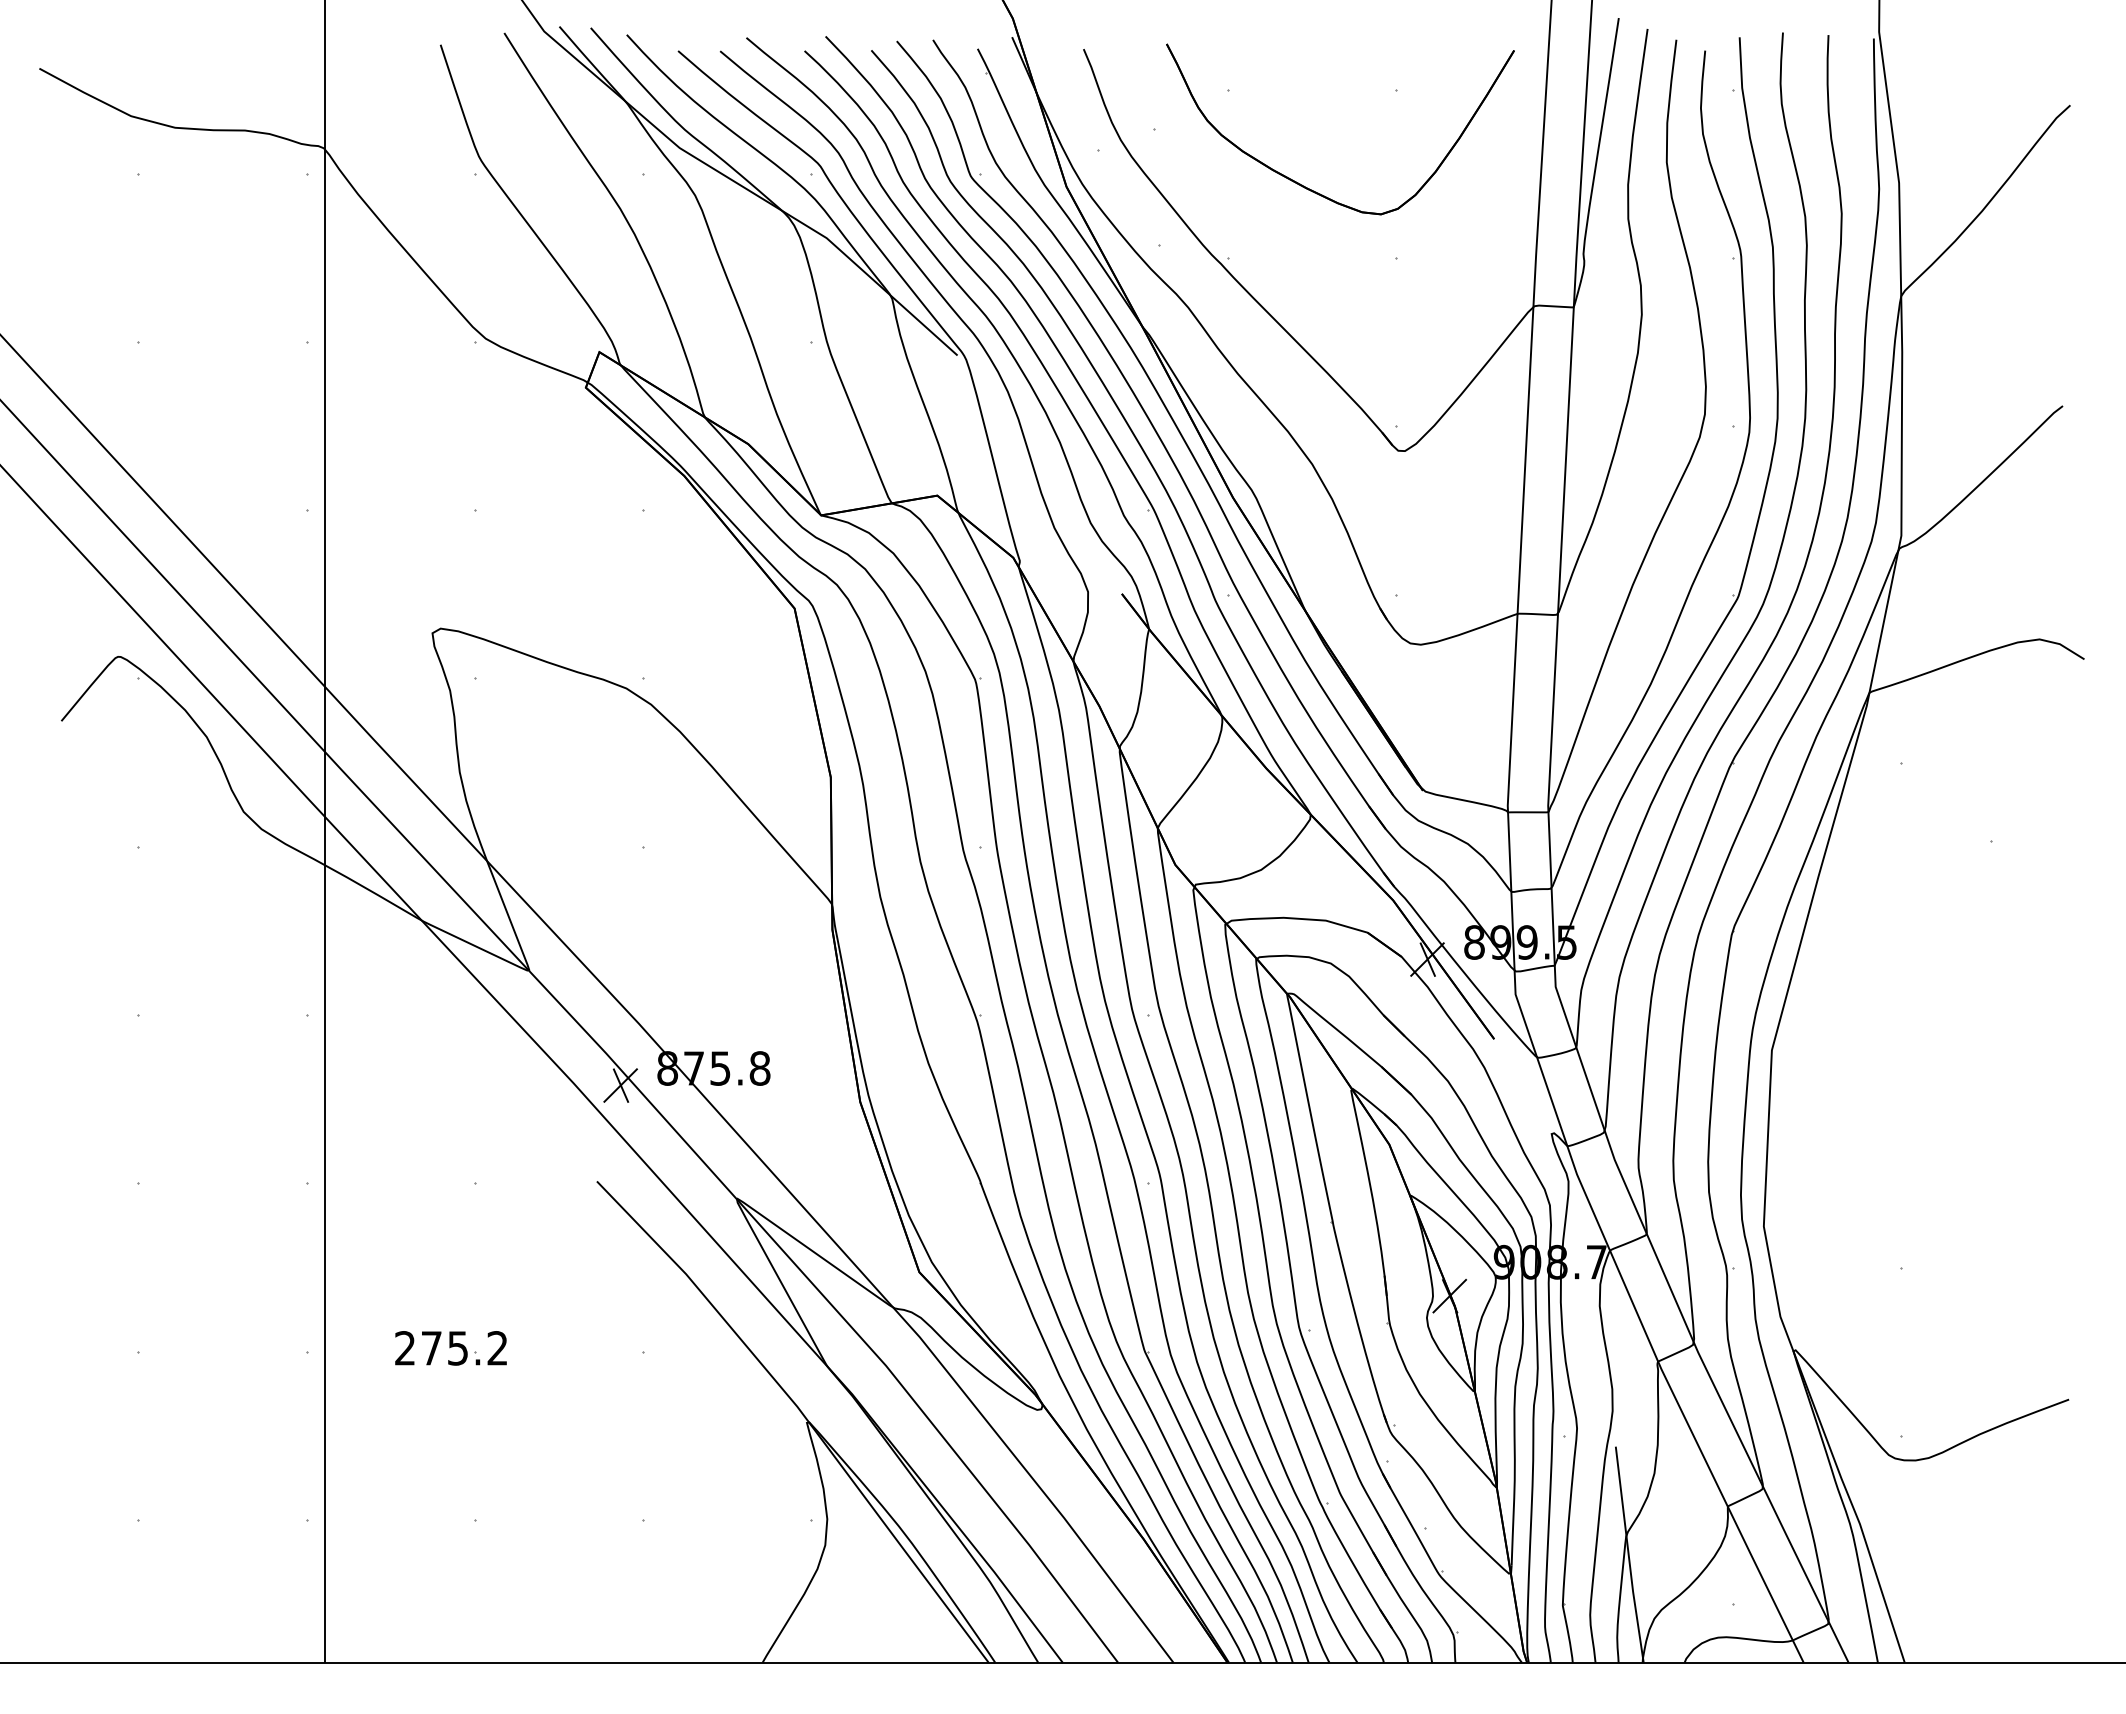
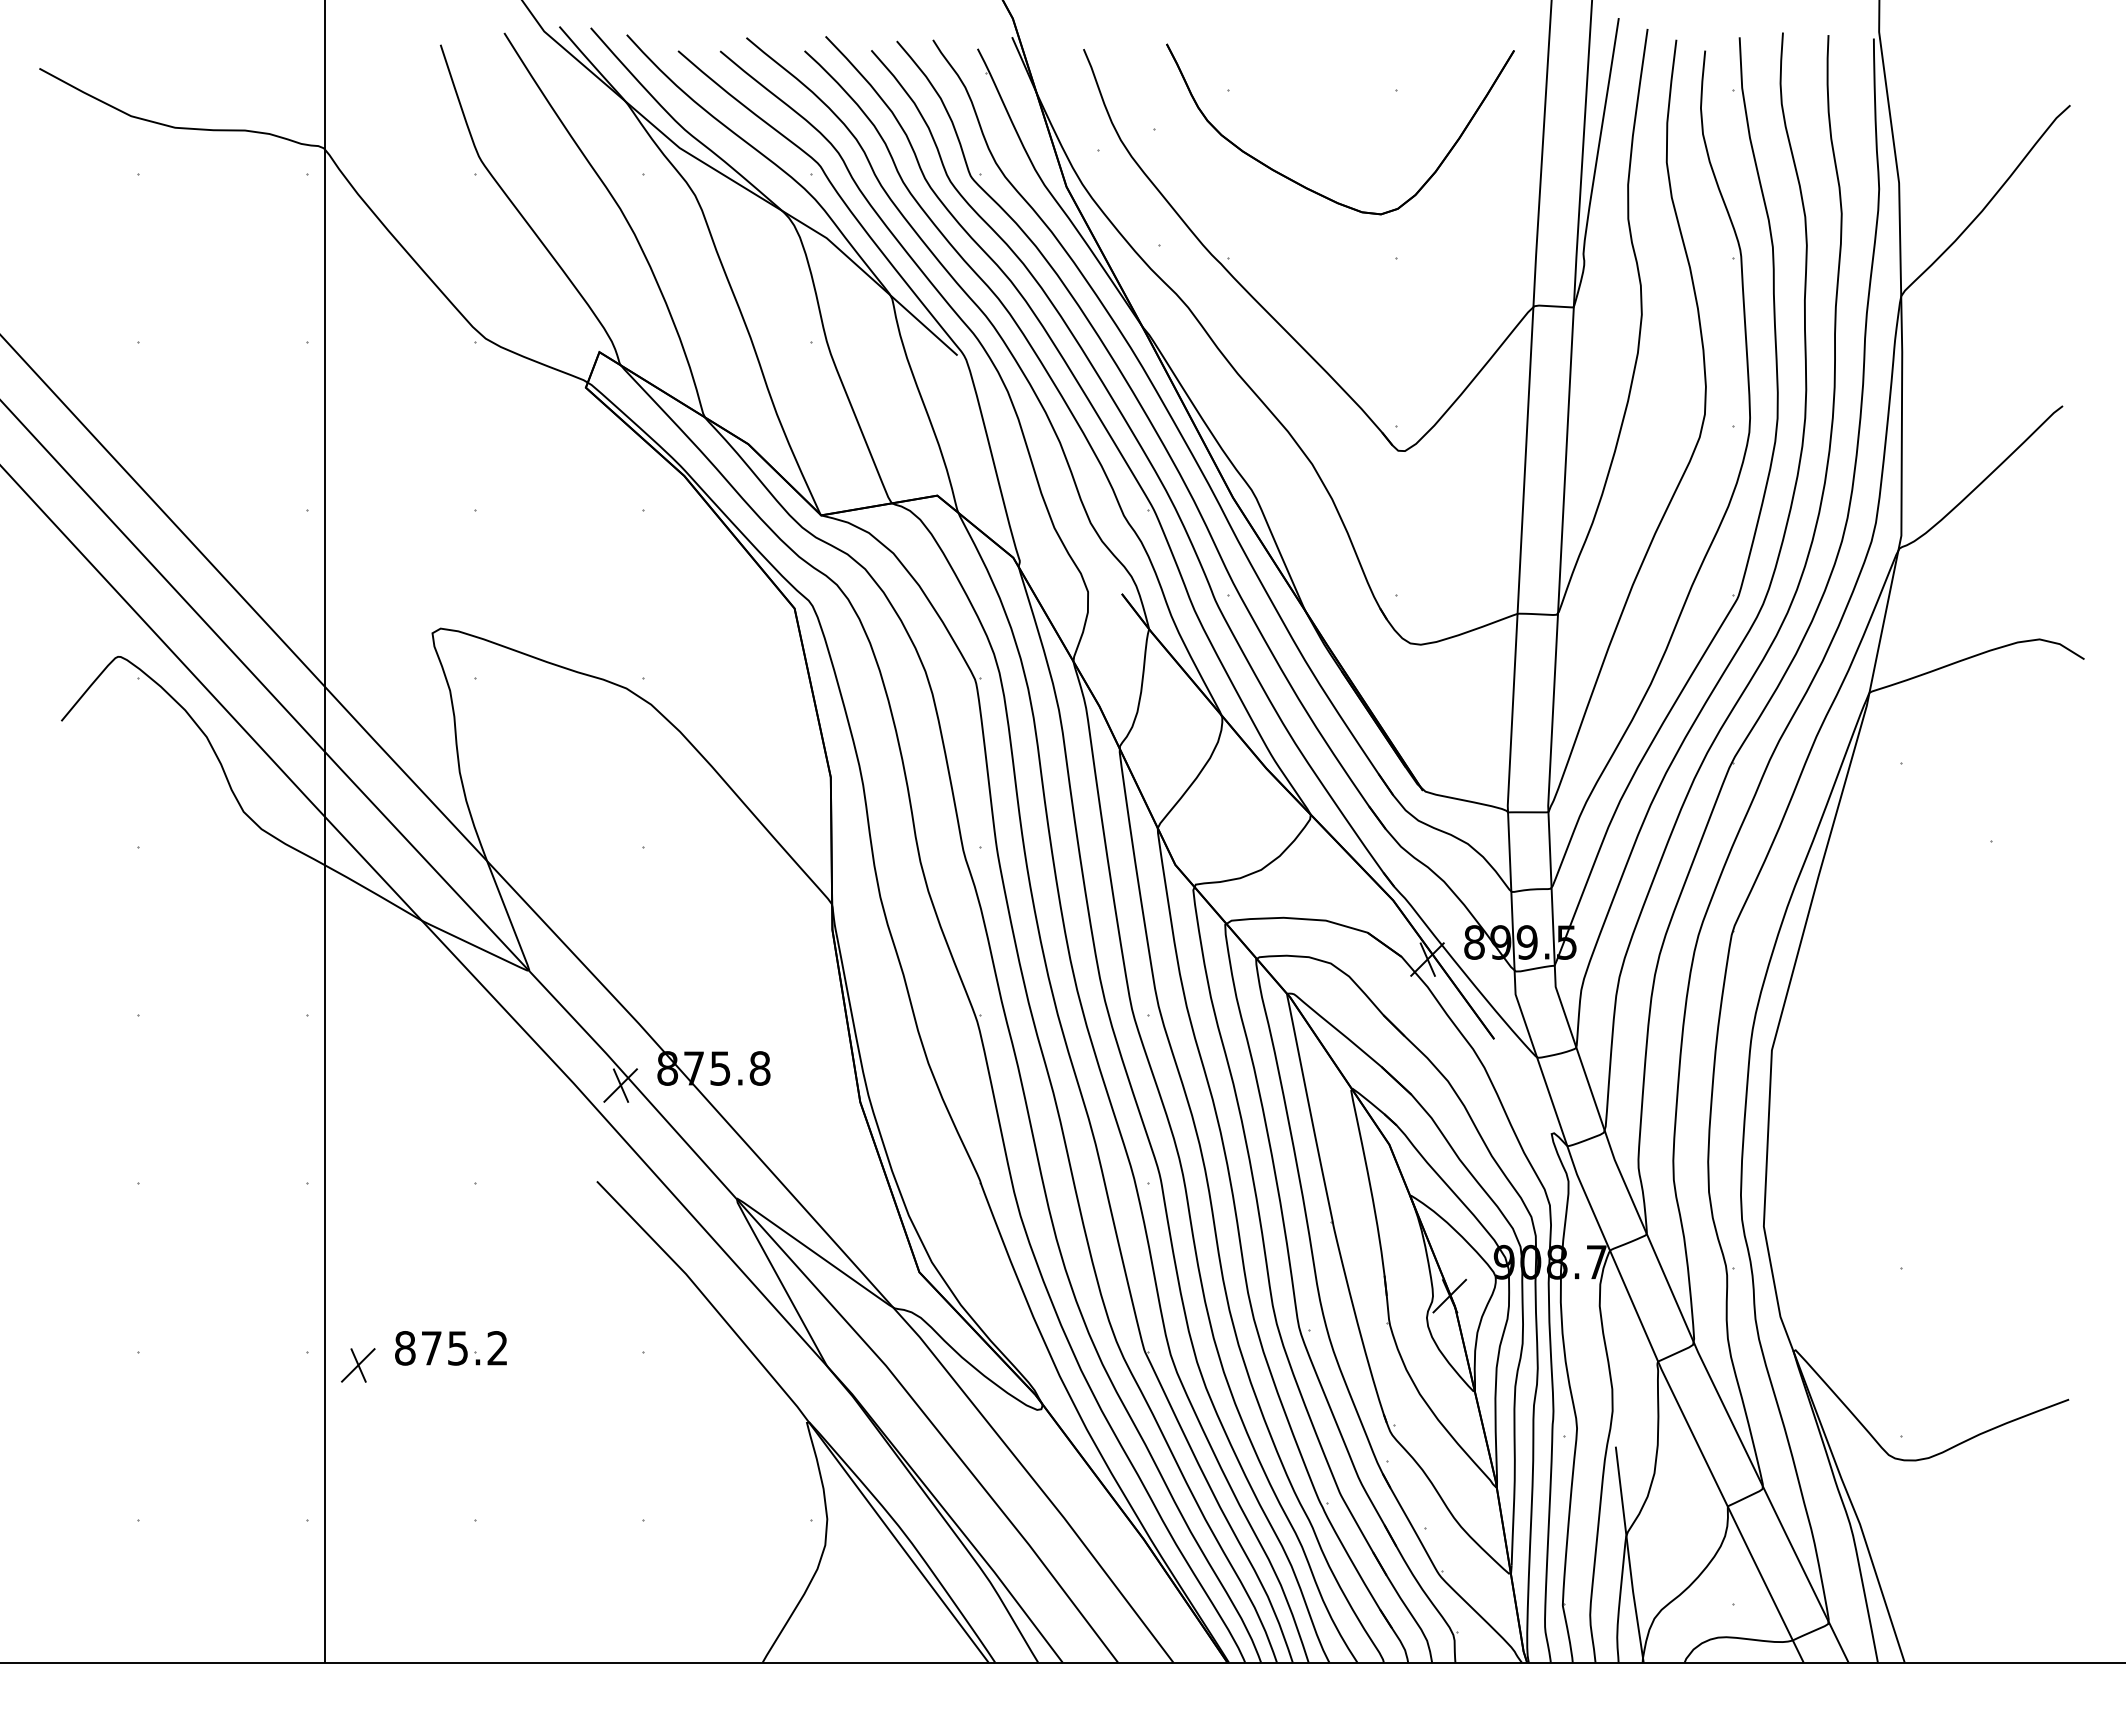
text at (405, 1348): 275.2 -> 875.2
part at (358, 1365): none -> present
